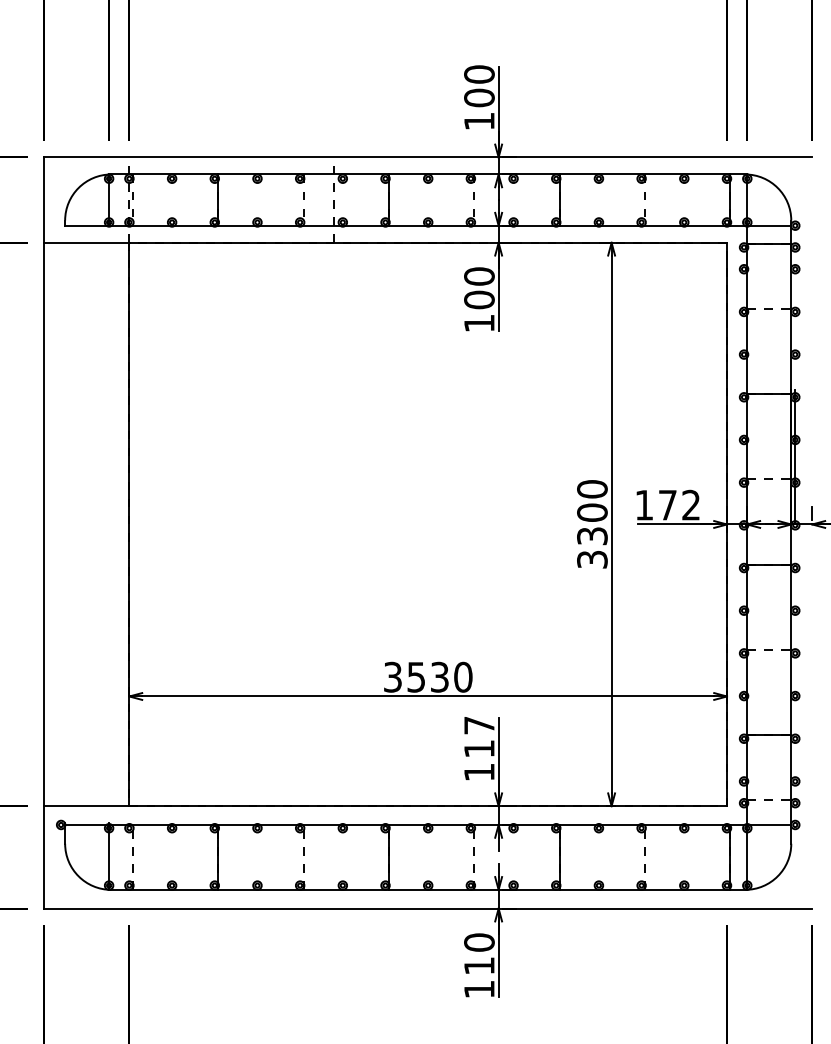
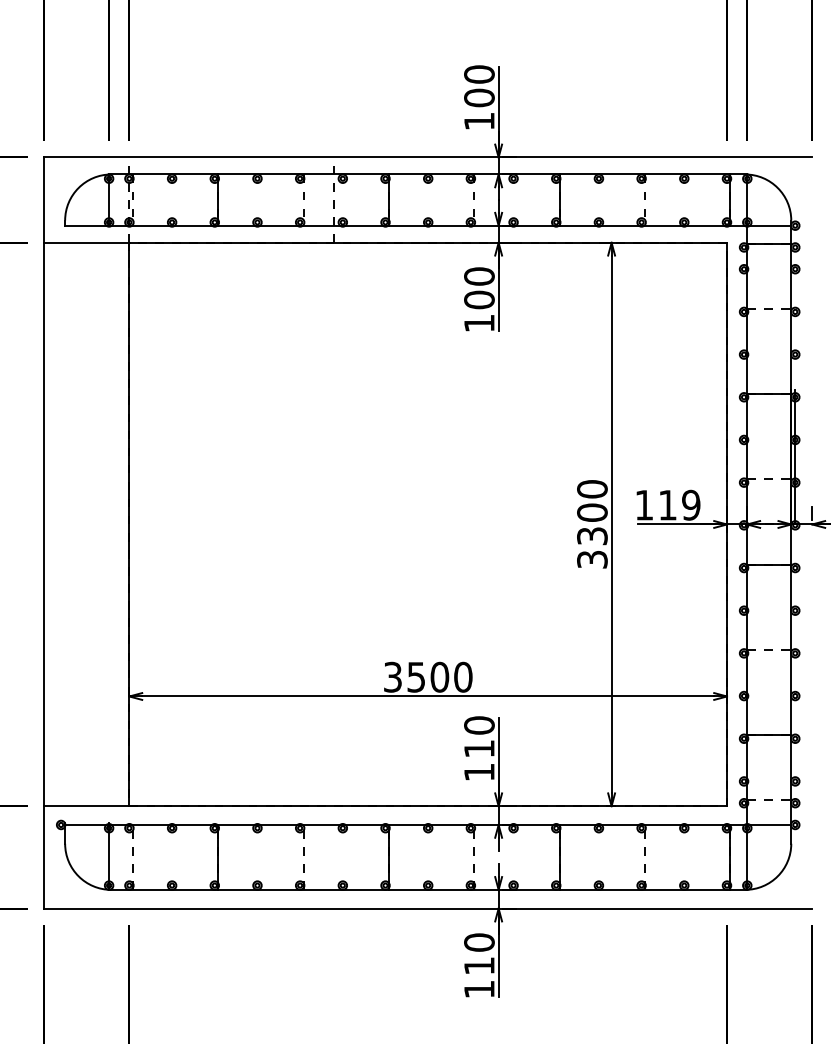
text at (679, 505): 172 -> 119
text at (439, 676): 3530 -> 3500
text at (479, 725): 117 -> 110
